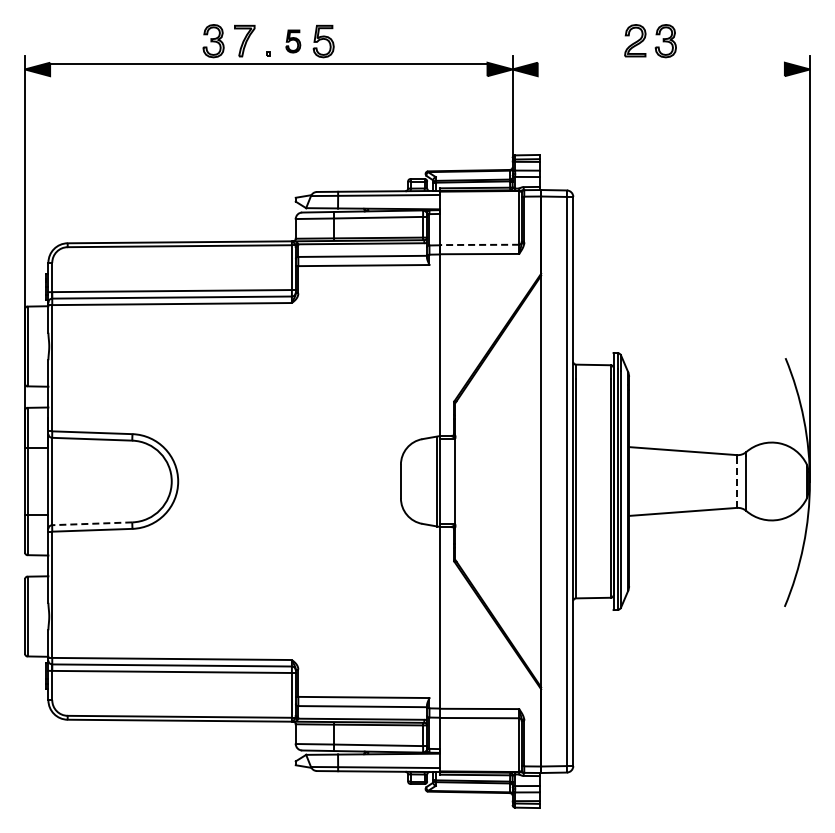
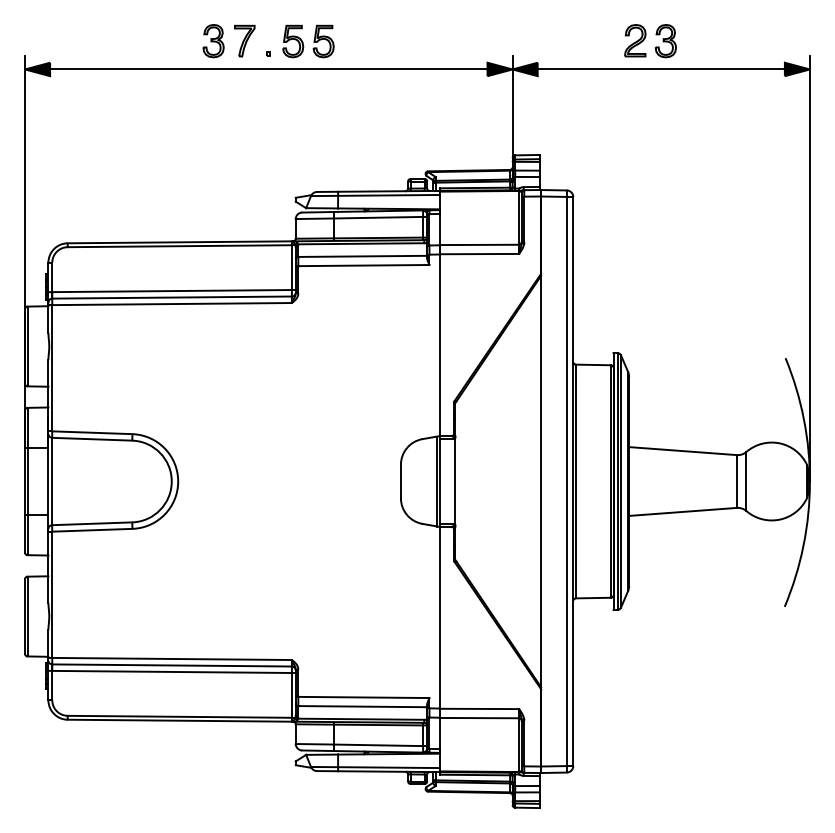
part at (293, 41) size: 17x25 px -> 23x35 px
line at (268, 64) position: (268, 64) -> (268, 69)
line at (660, 69): none -> present
line at (479, 244): dashed -> solid
line at (736, 483): dashed -> solid
line at (91, 523): dashed -> solid
